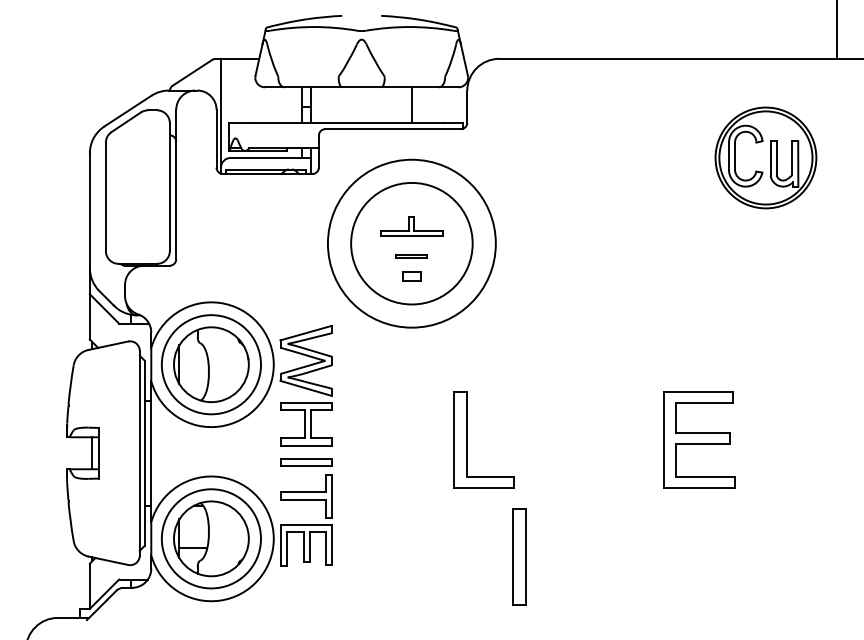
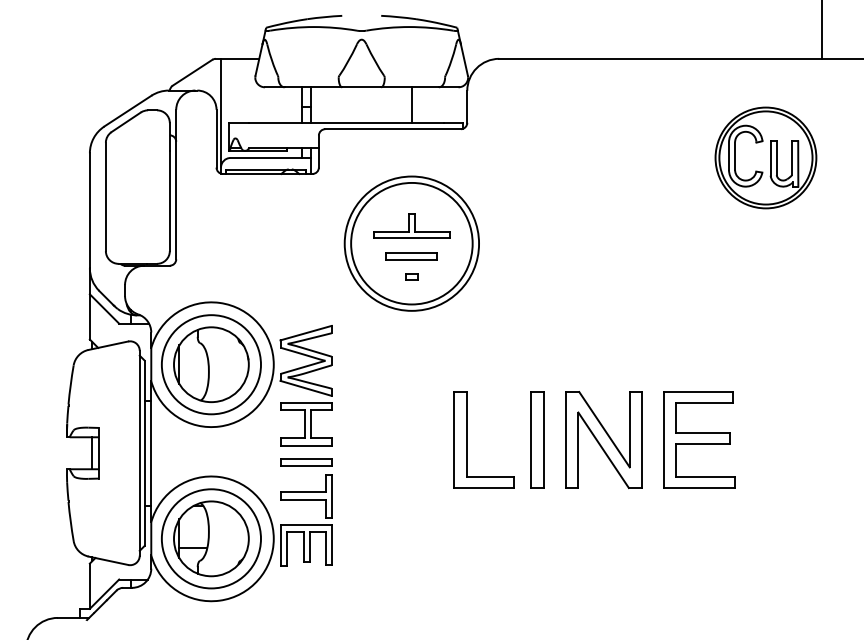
line at (837, 30) position: (837, 30) -> (822, 30)
part at (411, 226) size: 64x21 px -> 78x26 px
circle at (411, 243) diameter: 168 px -> 134 px
part at (411, 256) size: 33x5 px -> 53x9 px
part at (411, 276) size: 20x11 px -> 14x8 px
part at (603, 439): none -> present
part at (519, 556) position: (519, 556) -> (537, 439)
